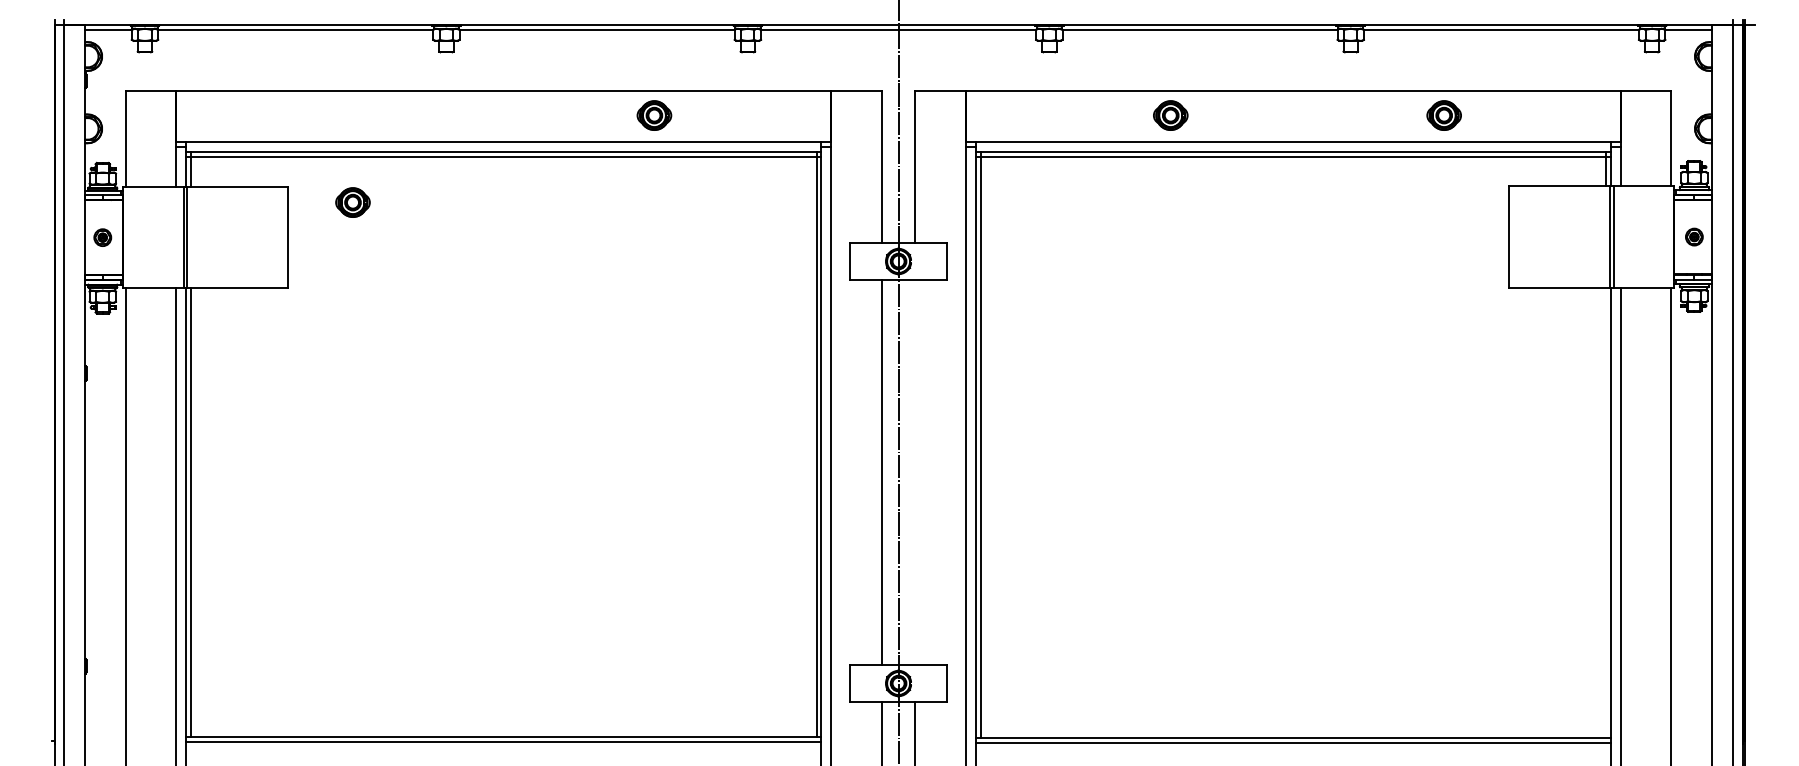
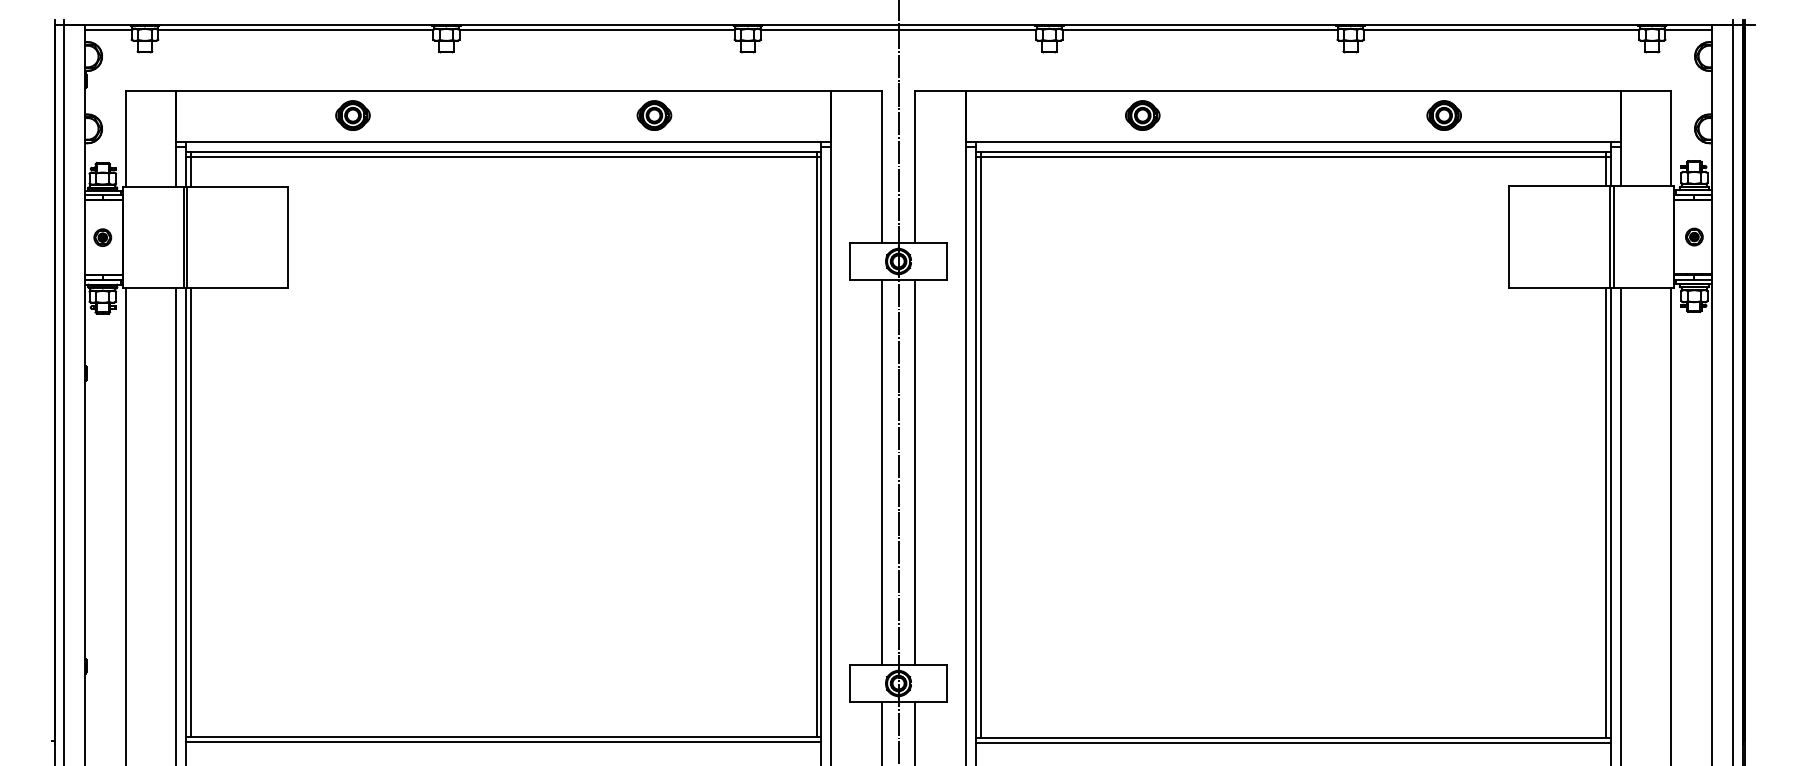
part at (1170, 115) position: (1170, 115) -> (1142, 115)
part at (352, 202) position: (352, 202) -> (352, 115)
line at (915, 472): none -> present
line at (1606, 512): none -> present
